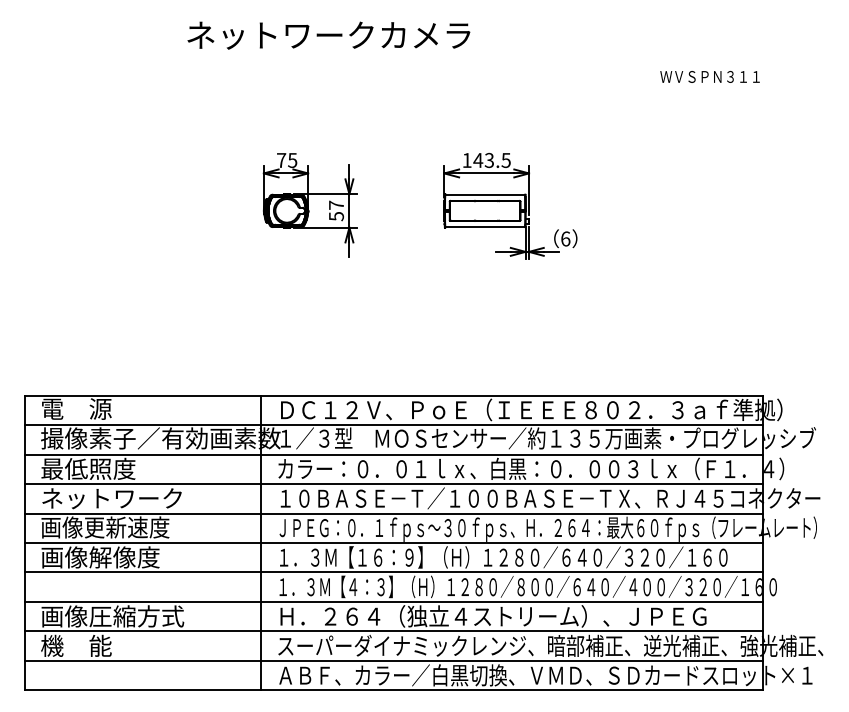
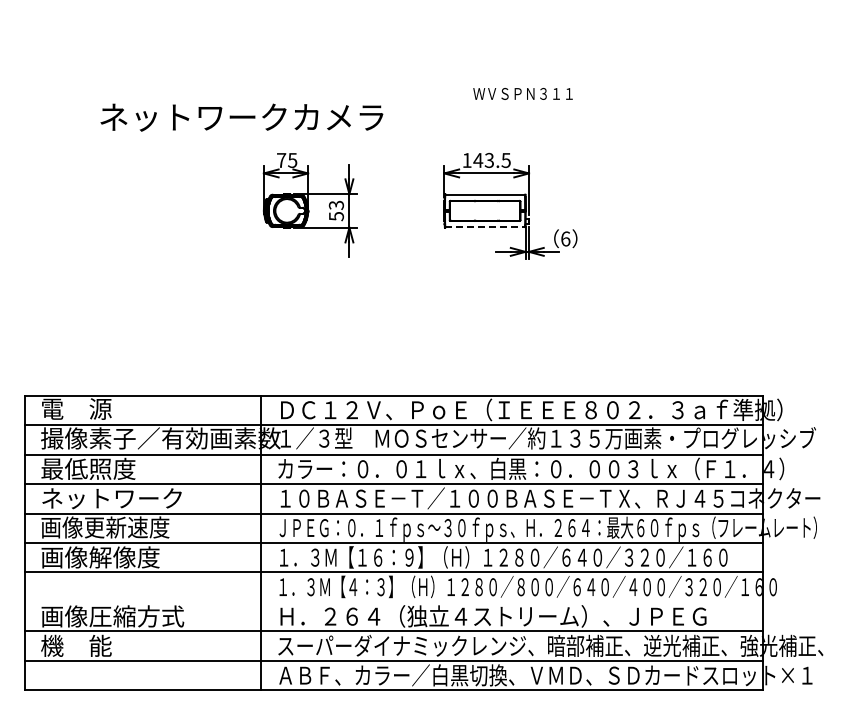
text at (328, 35) position: (328, 35) -> (241, 117)
text at (709, 76) position: (709, 76) -> (522, 93)
text at (336, 204): 57 -> 53
line at (485, 227): solid -> dashed
line at (393, 601): present -> none
